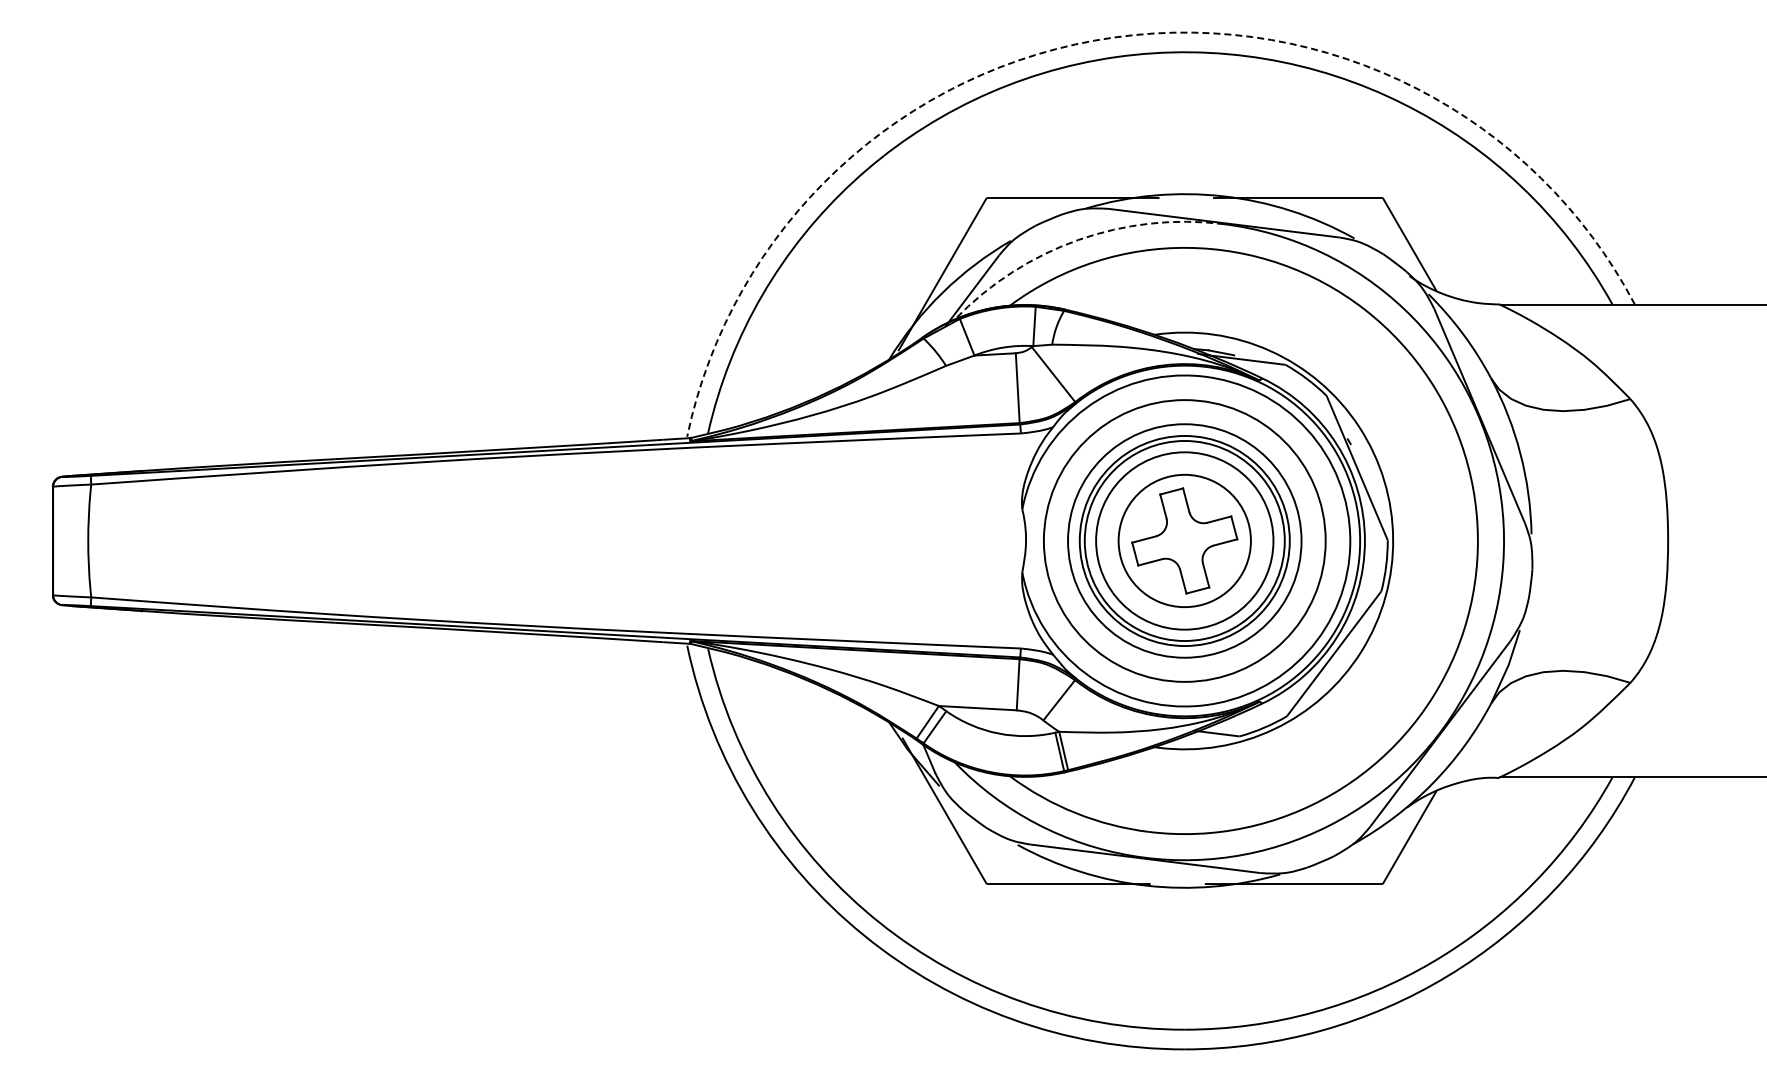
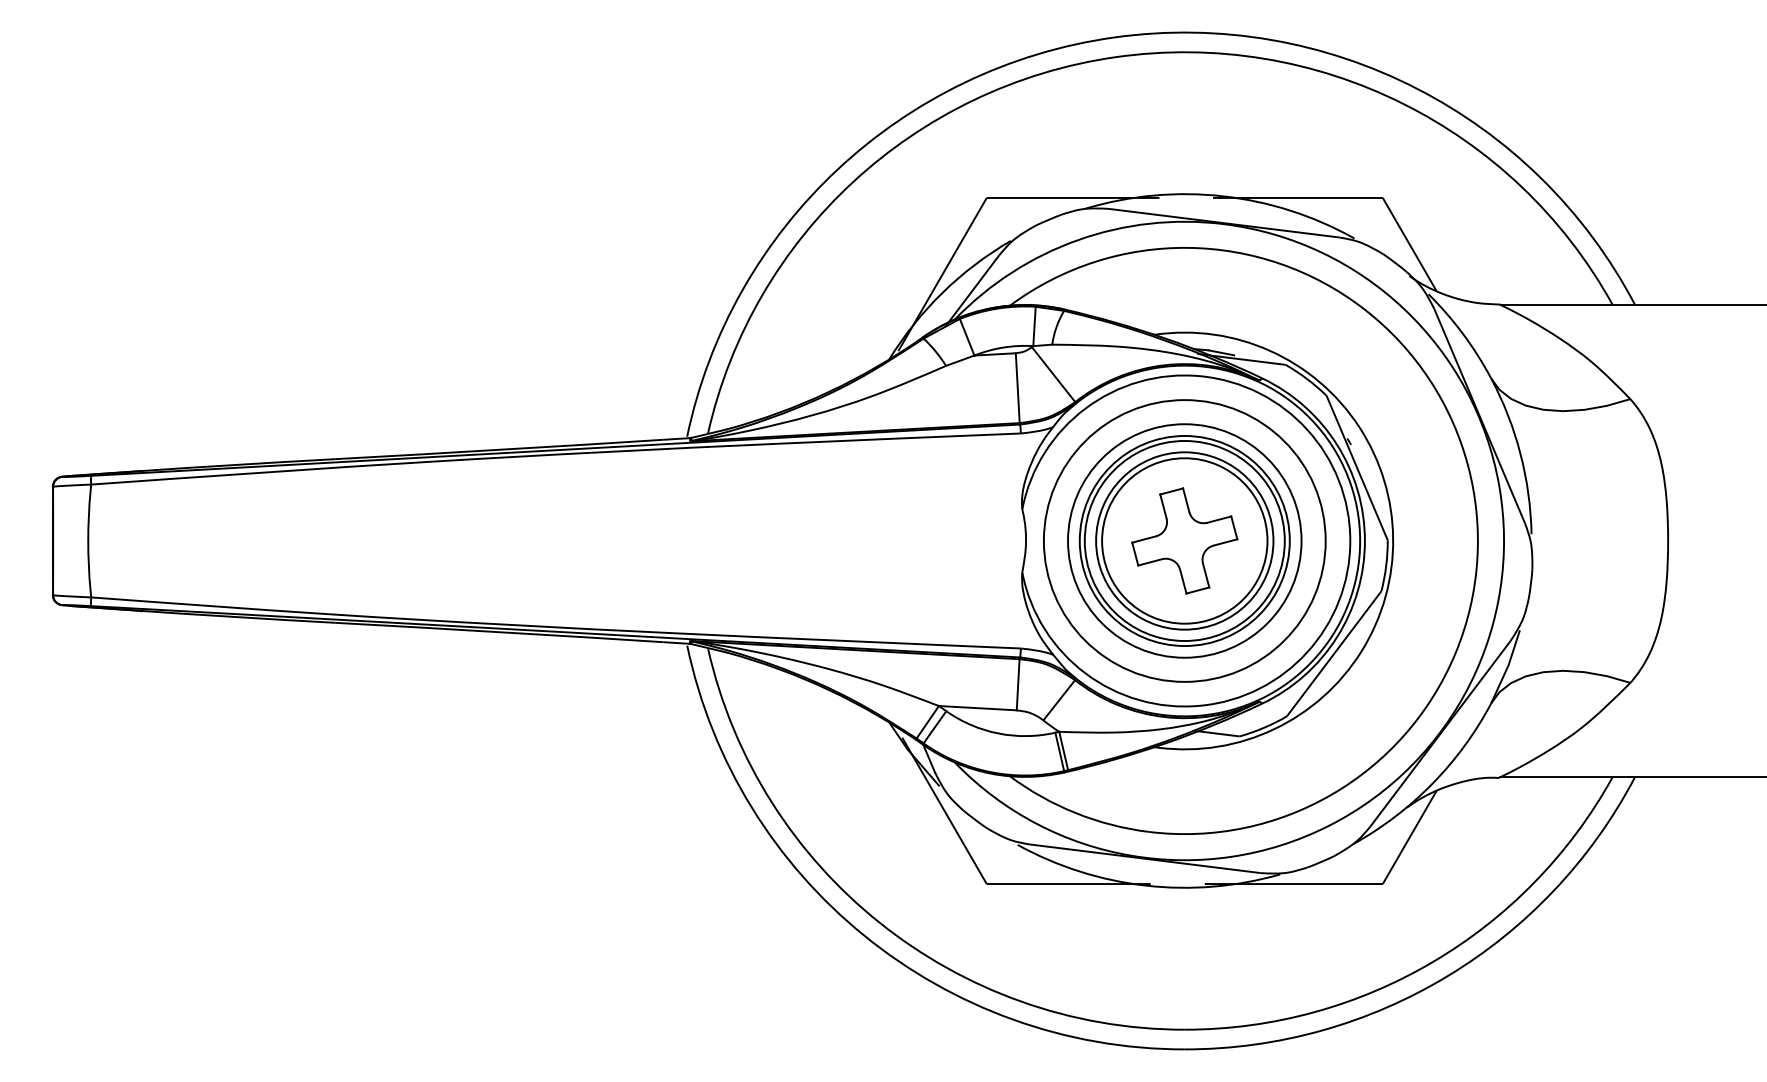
arc at (1114, 37): dashed -> solid
arc at (1078, 240): dashed -> solid
circle at (1184, 540) diameter: 132 px -> 165 px
